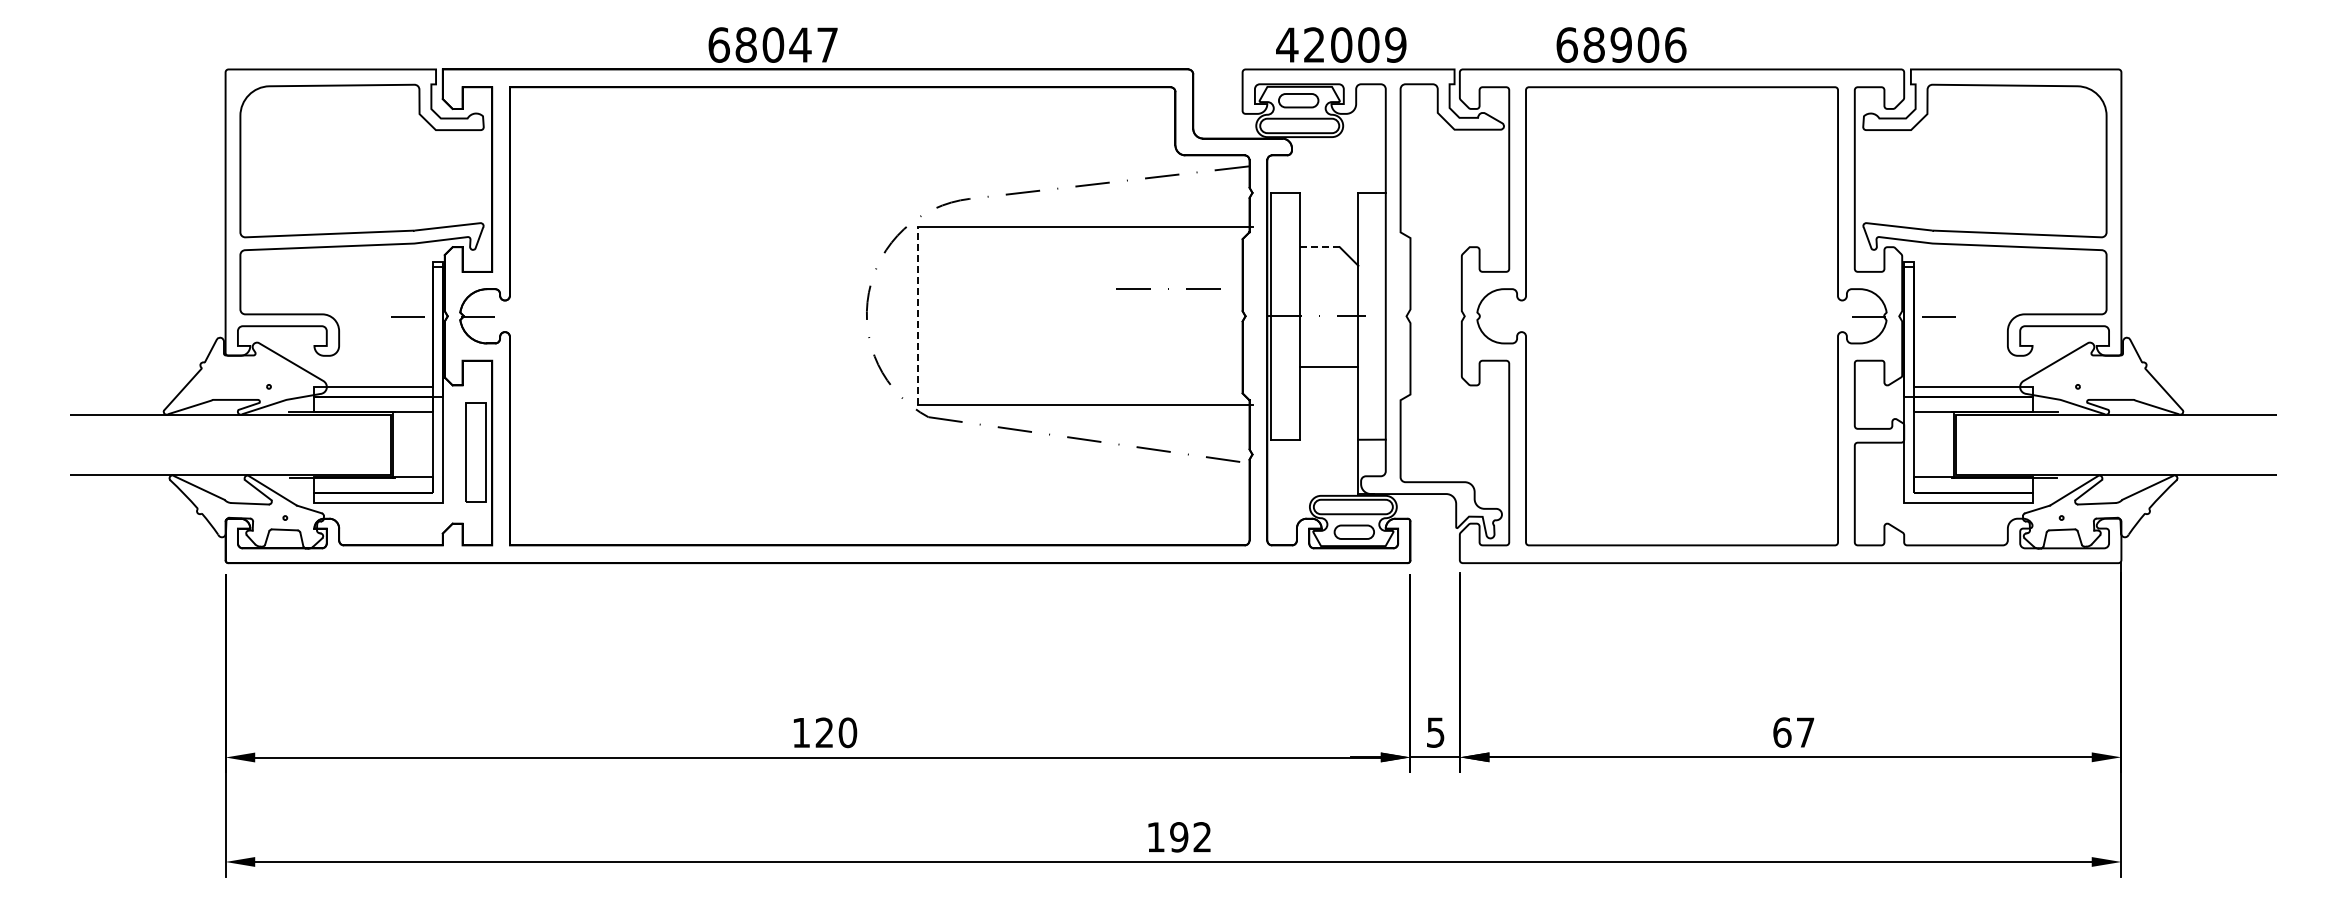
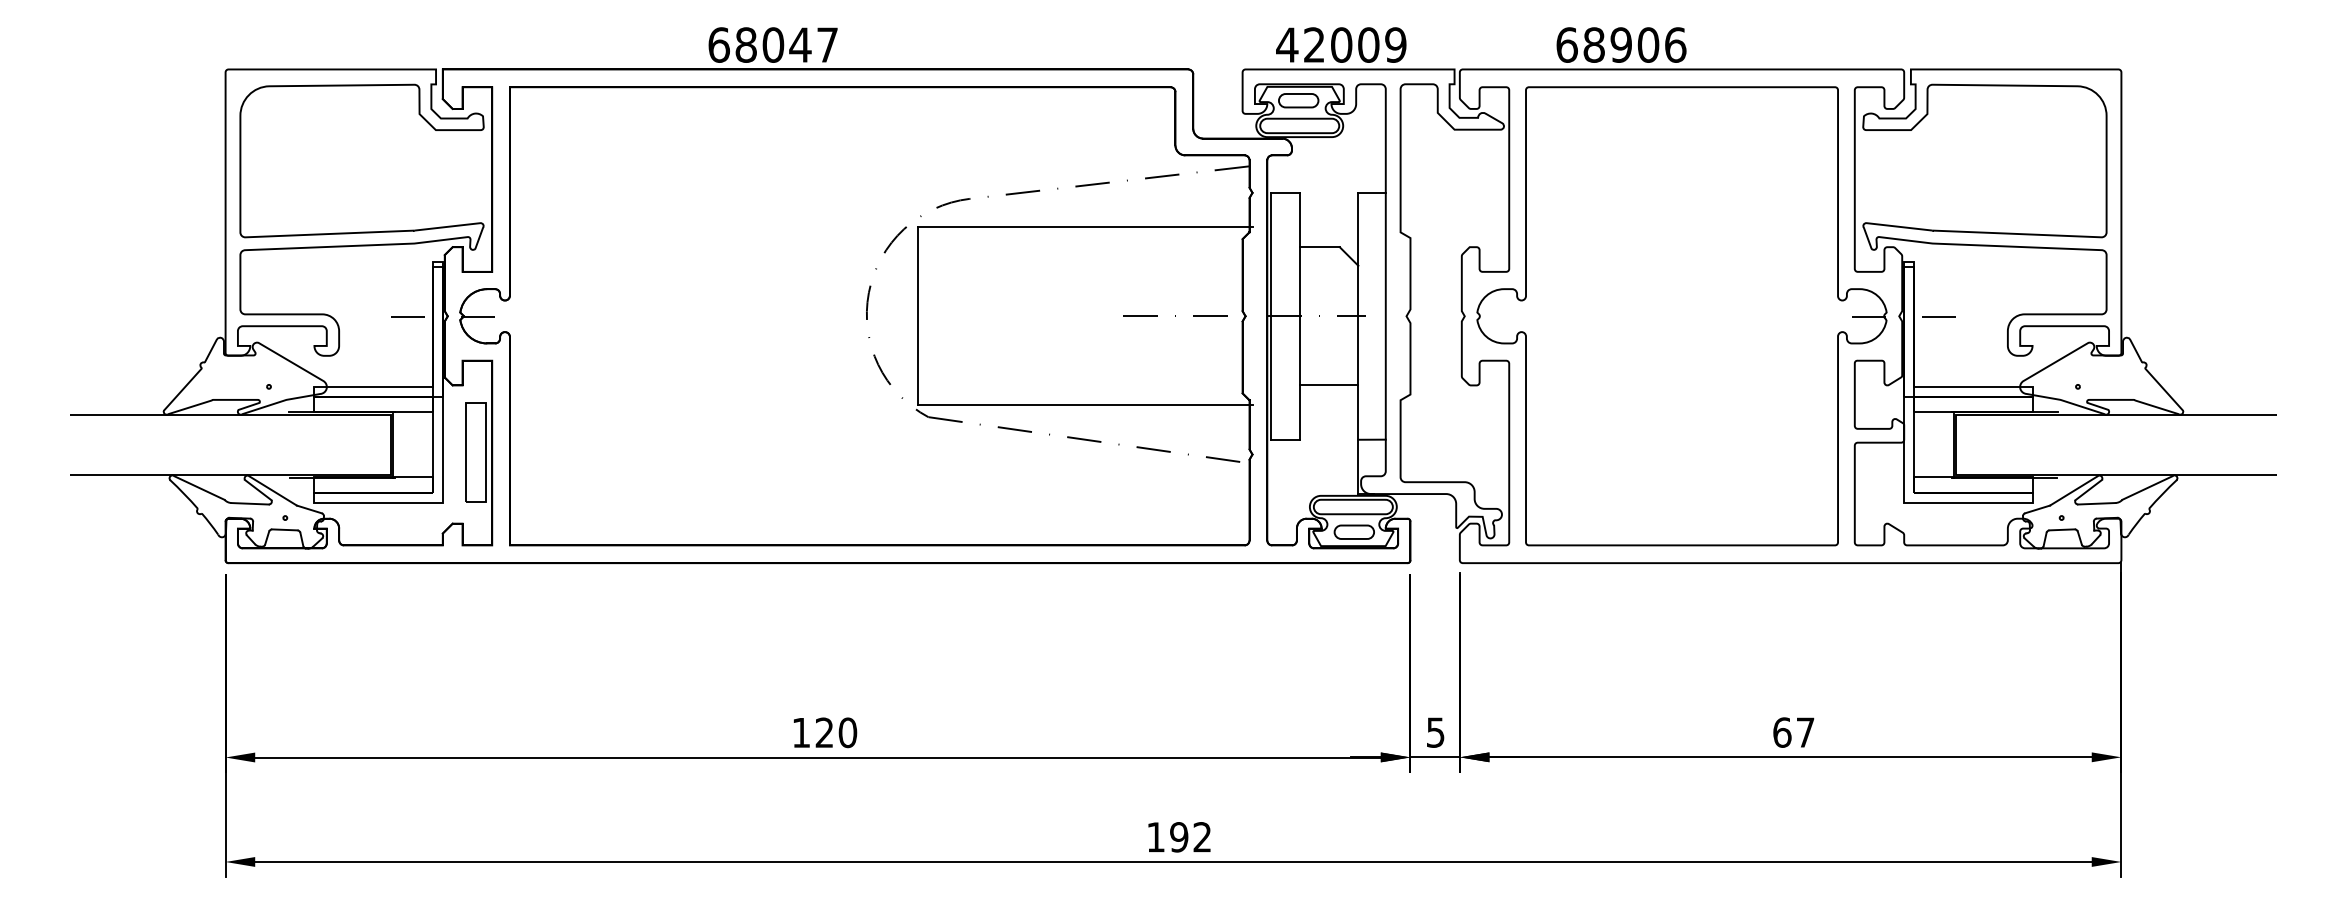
line at (1320, 247): dashed -> solid
line at (1168, 288) position: (1168, 288) -> (1175, 315)
line at (918, 316): dashed -> solid
line at (1329, 367) position: (1329, 367) -> (1329, 385)
